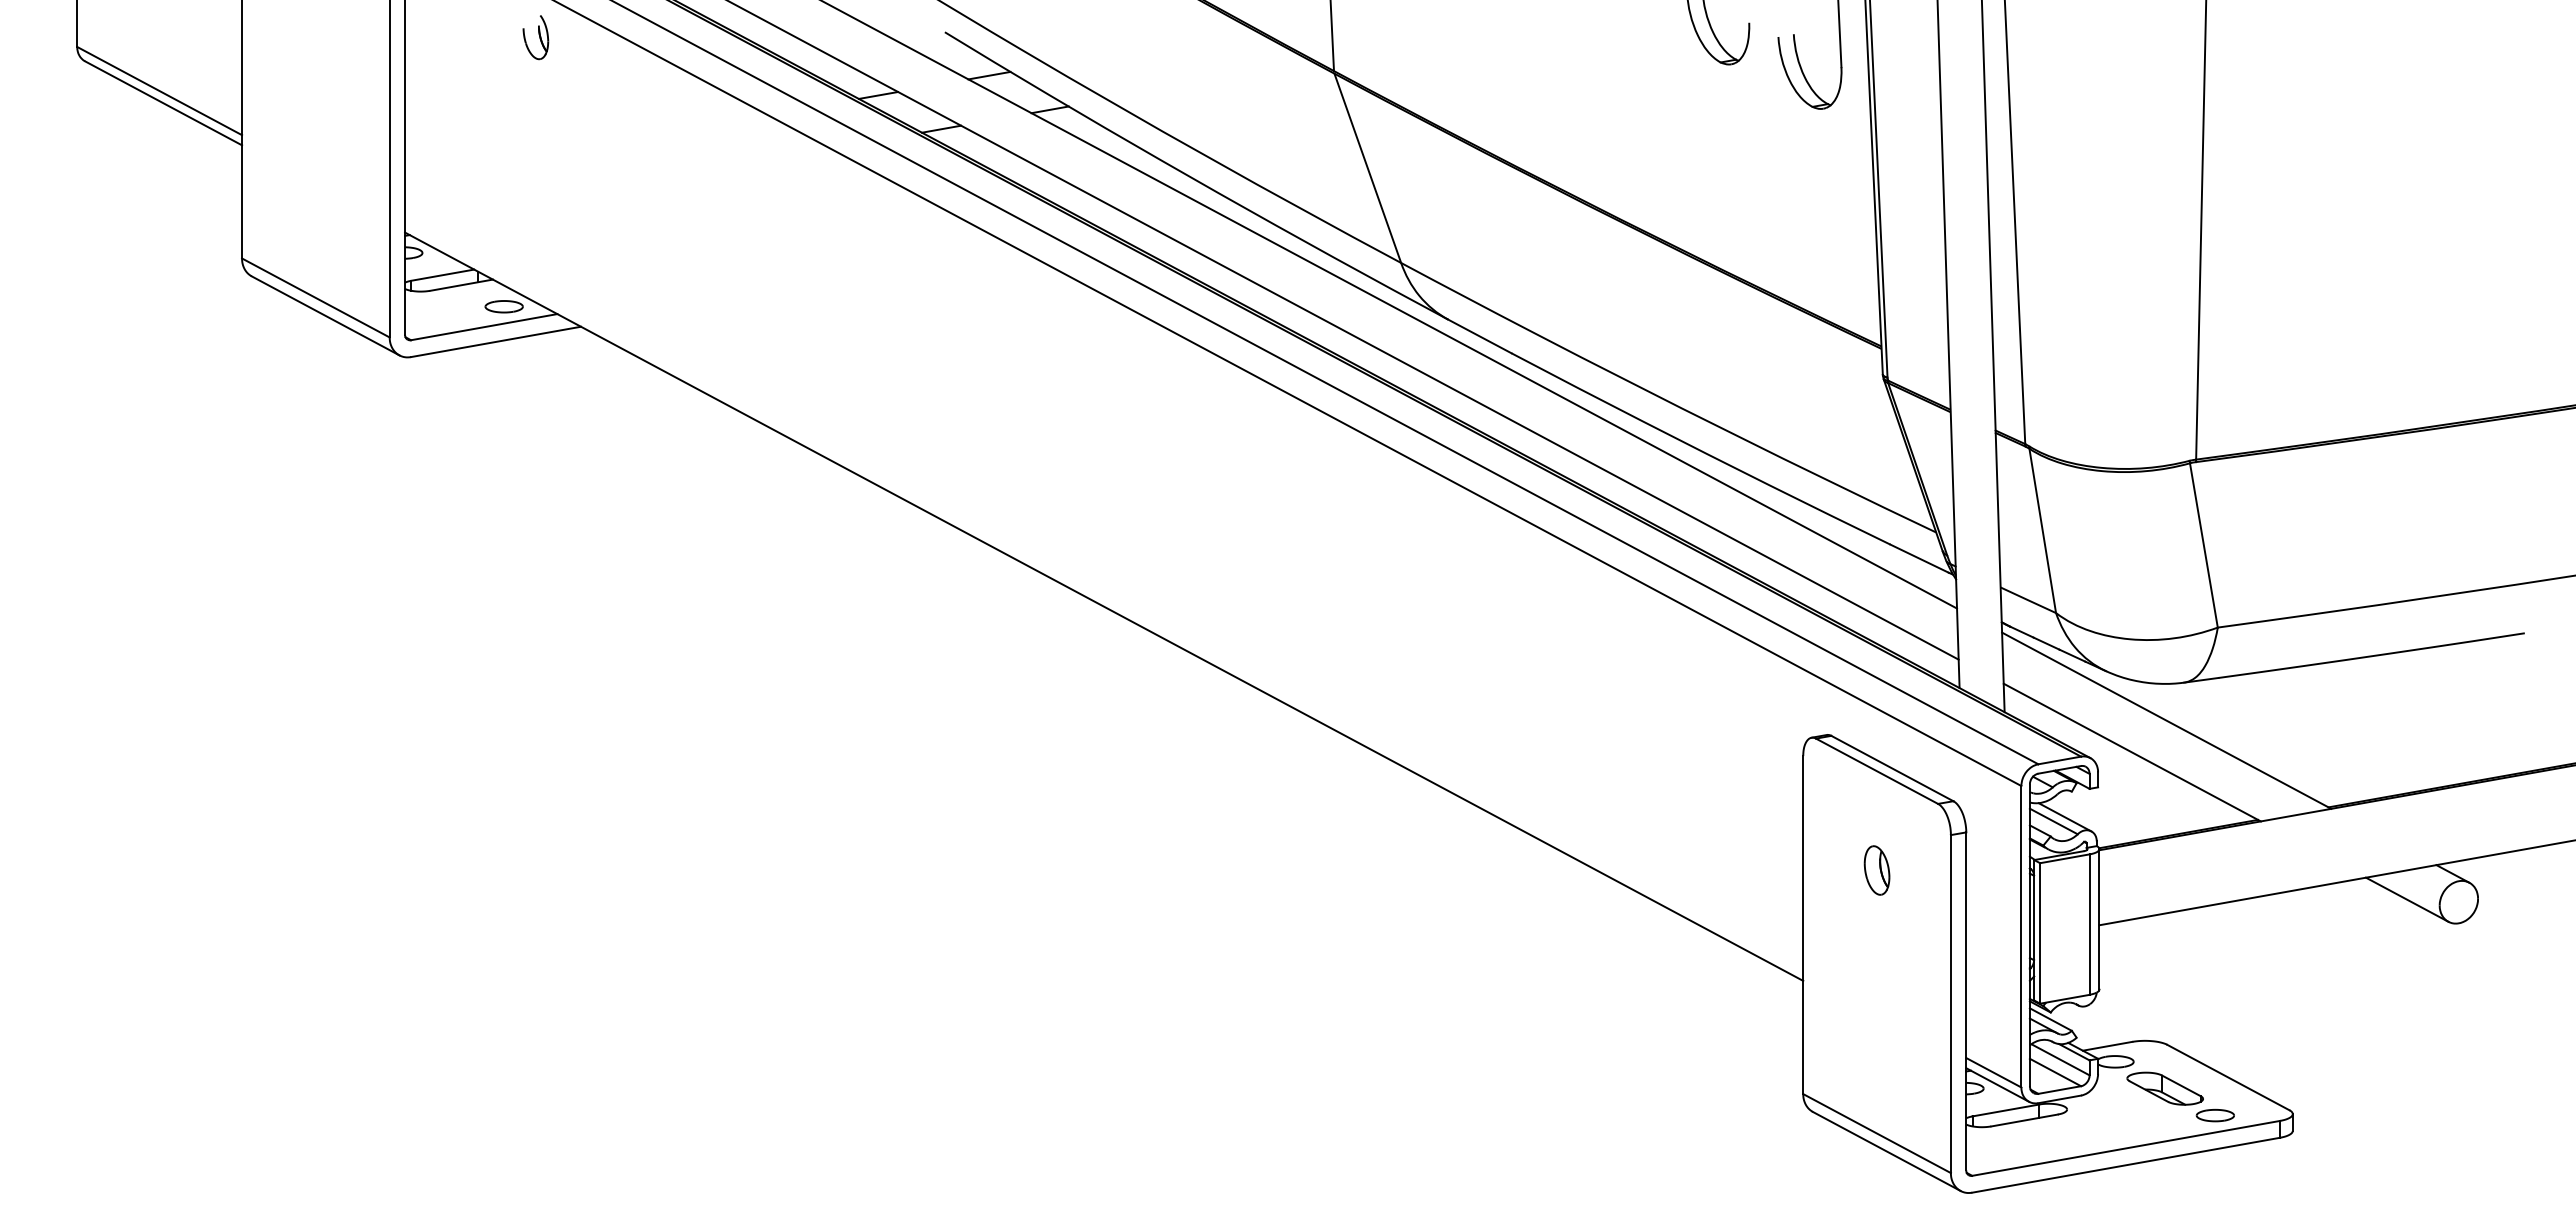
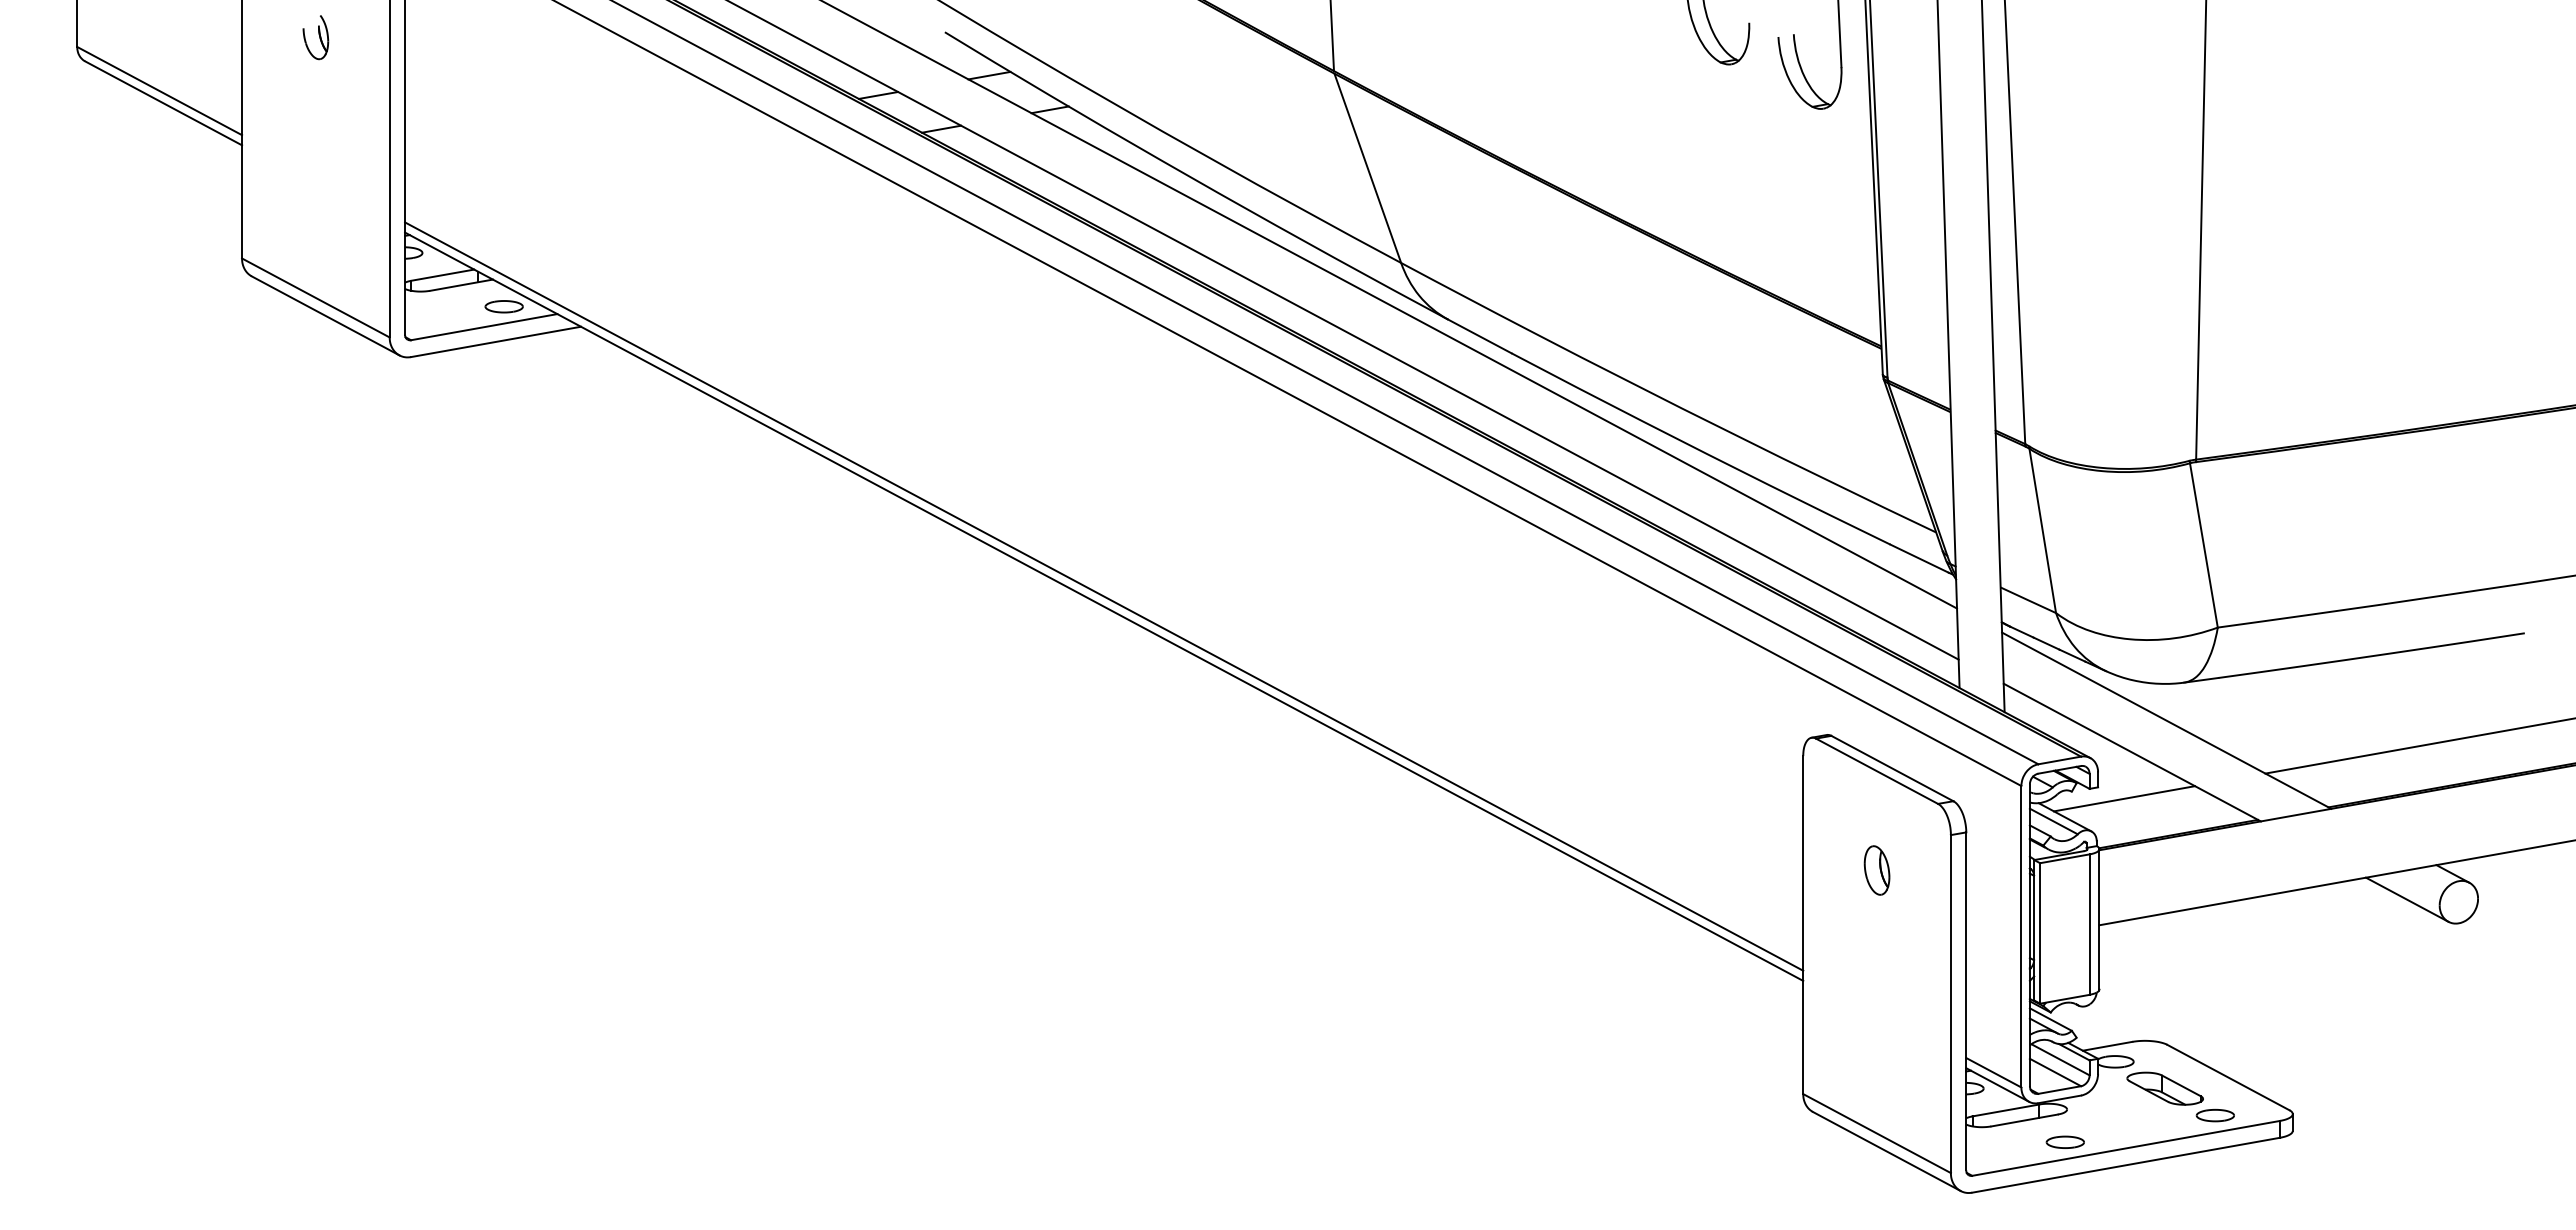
part at (535, 37) position: (535, 37) -> (315, 37)
line at (1104, 596): none -> present
line at (2418, 745): none -> present
line at (2124, 798): none -> present
part at (2064, 1141): none -> present
